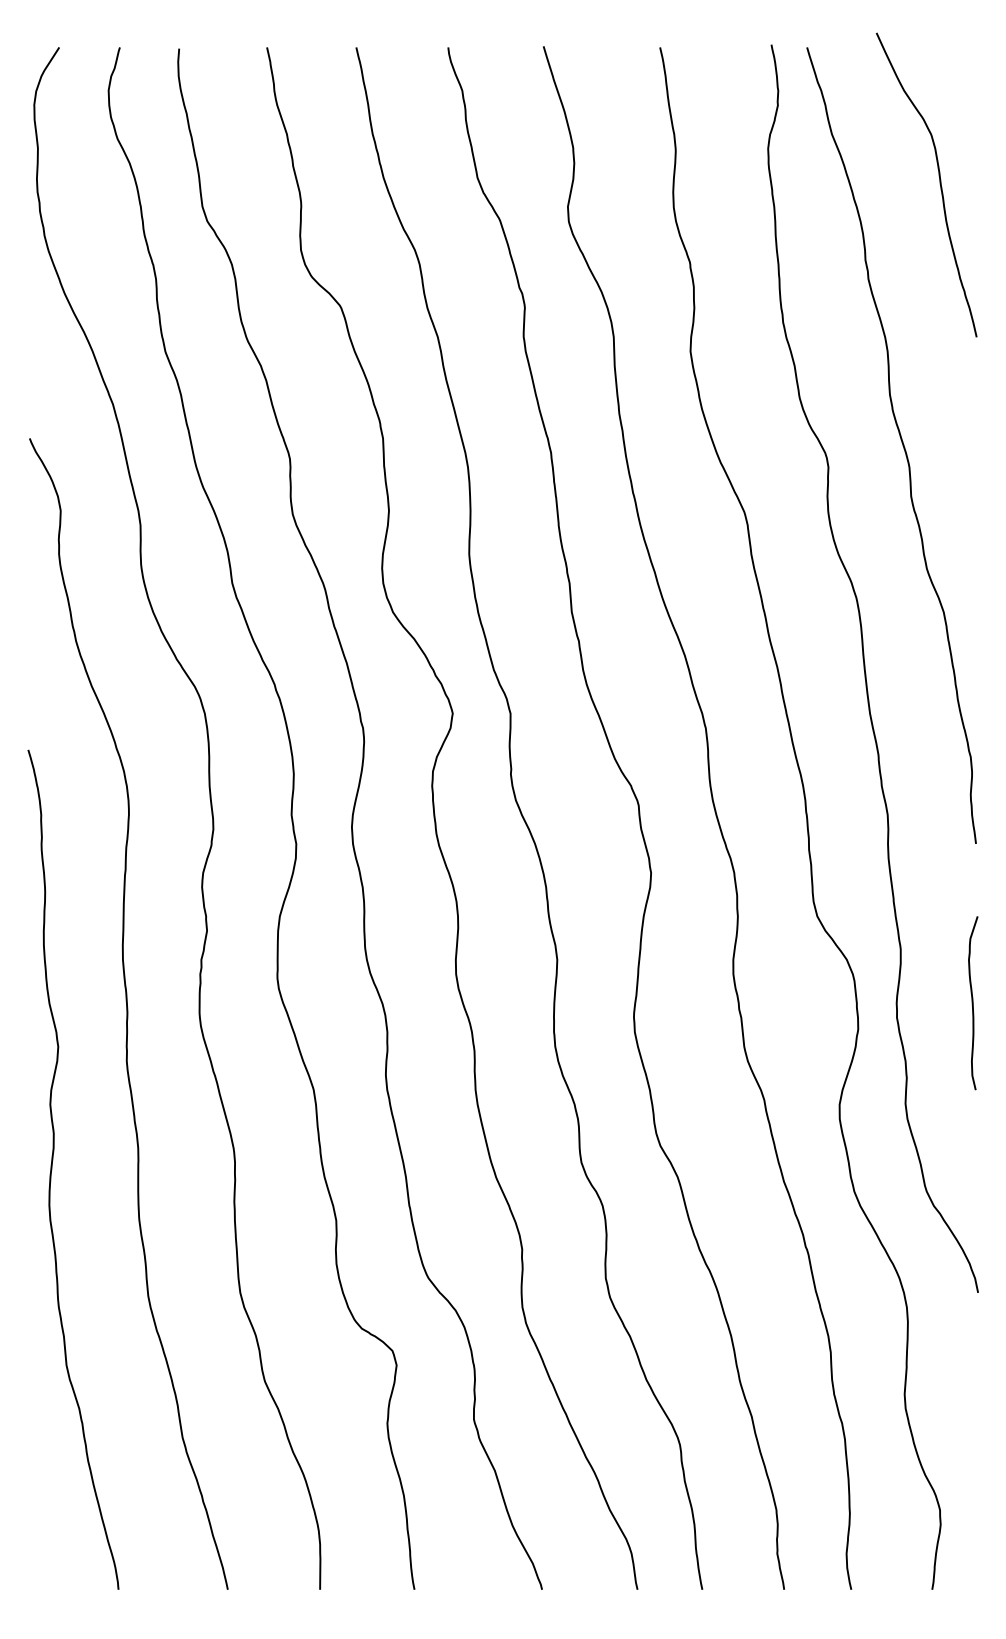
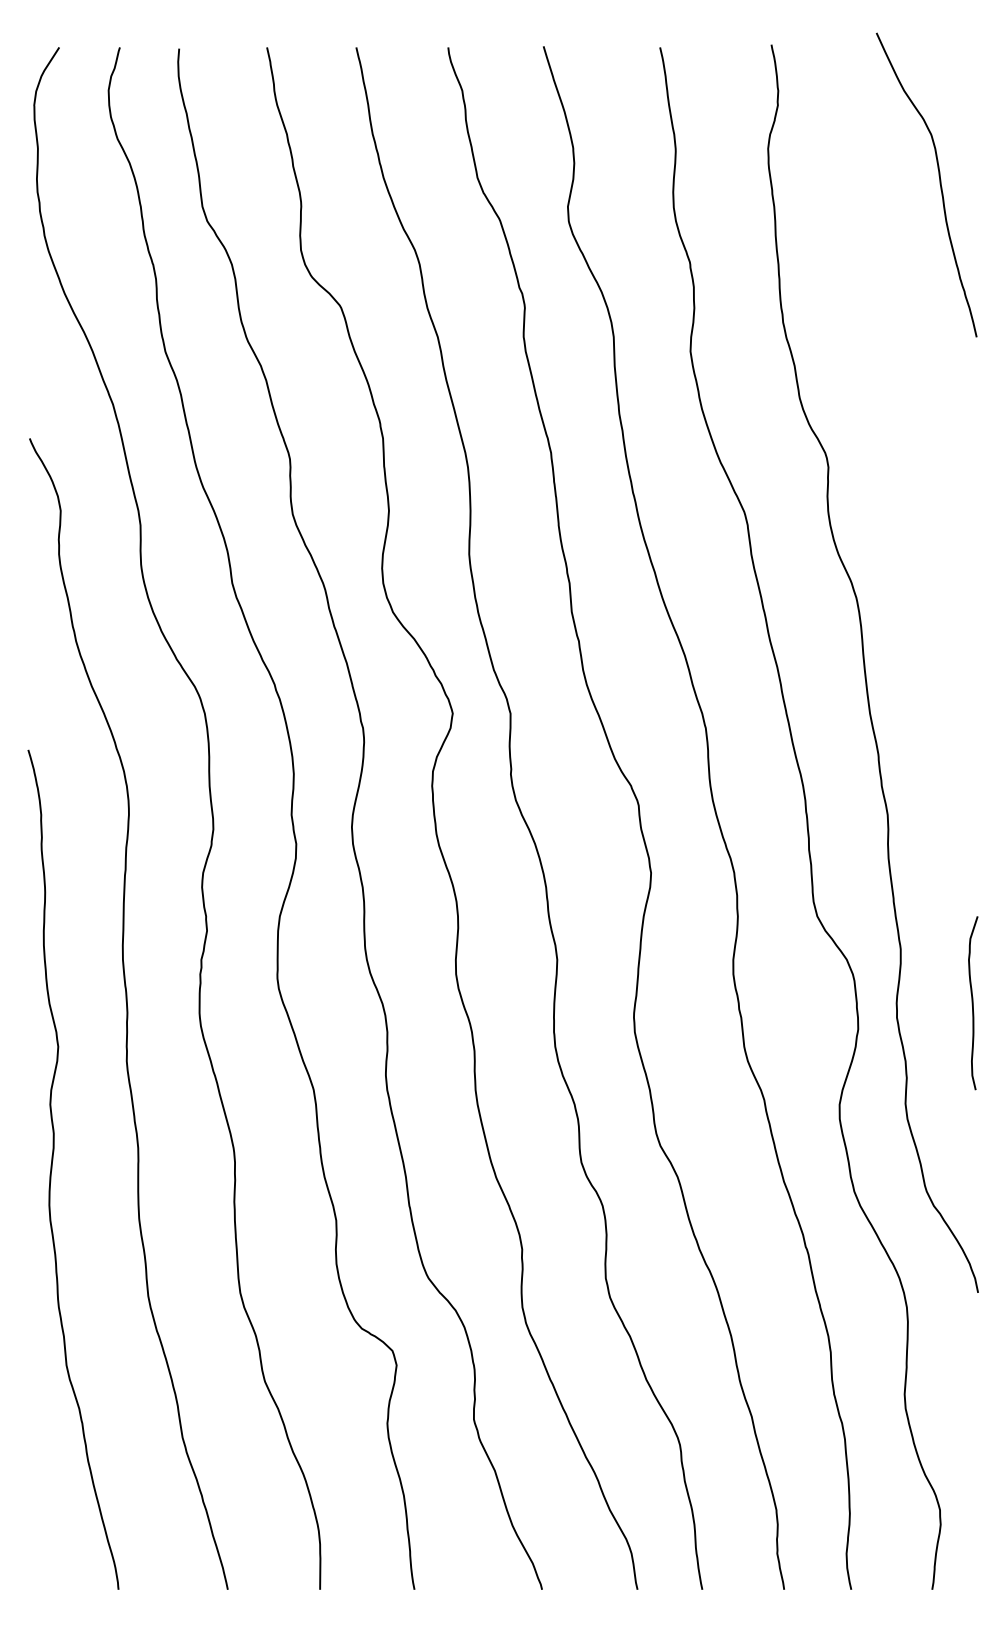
curve at (901, 442): present -> none
